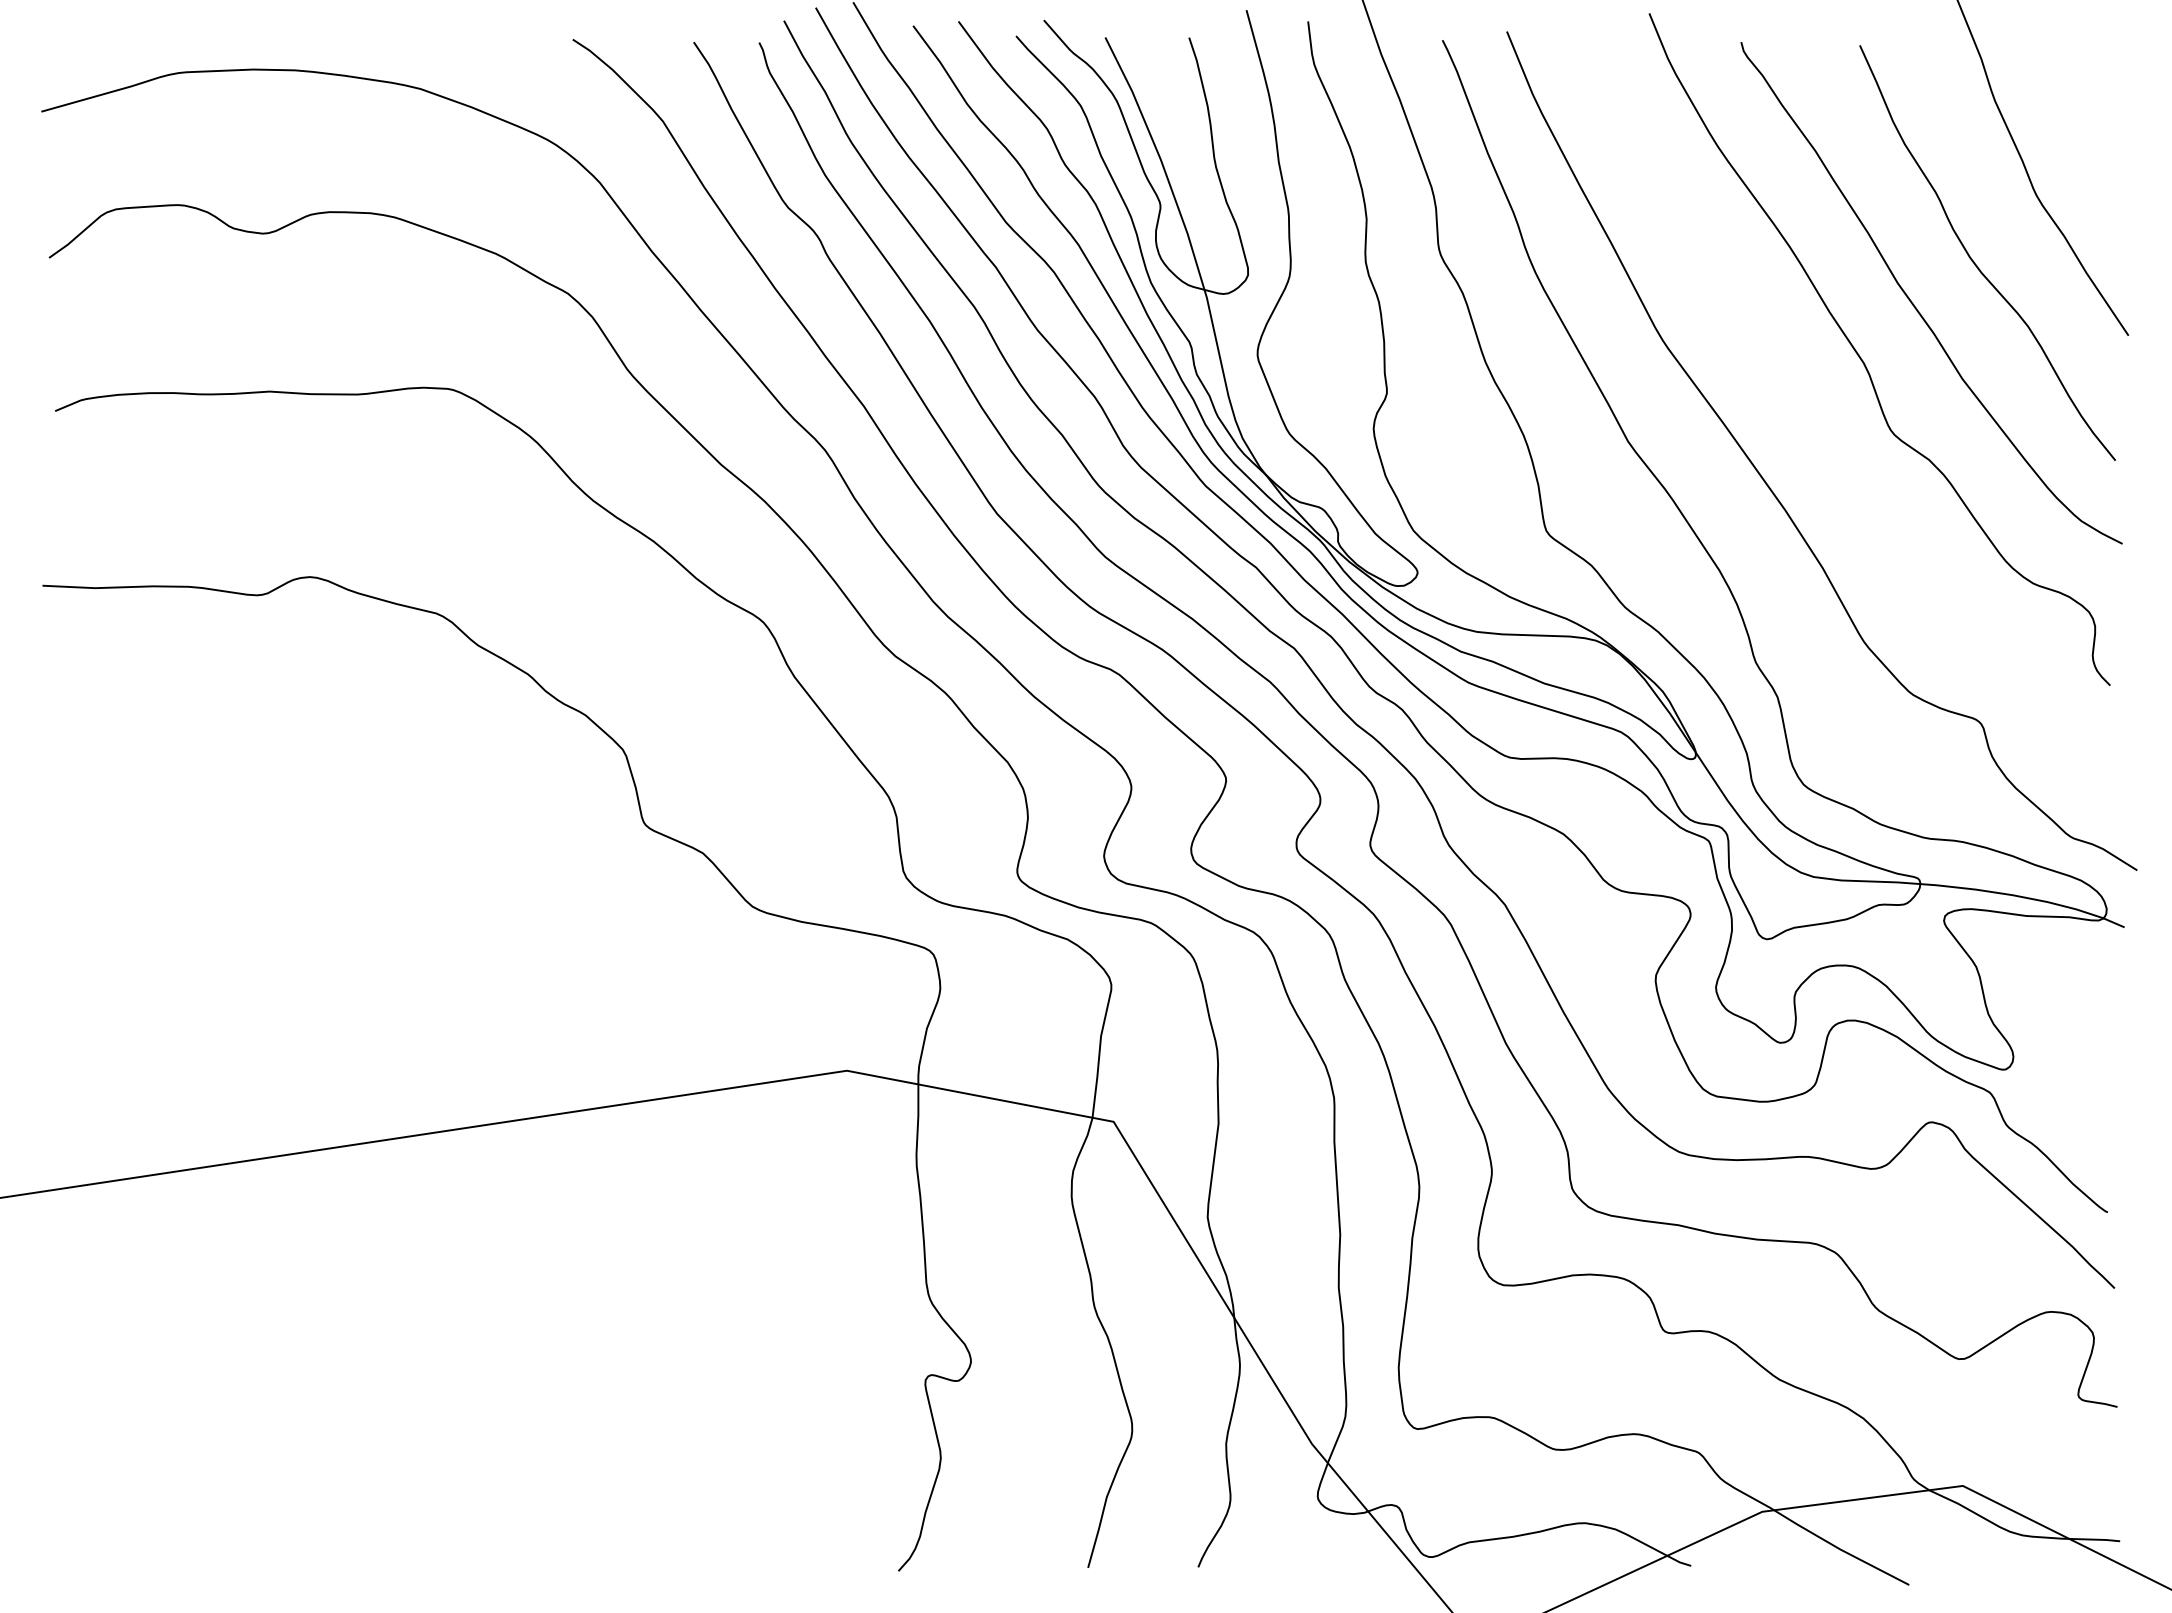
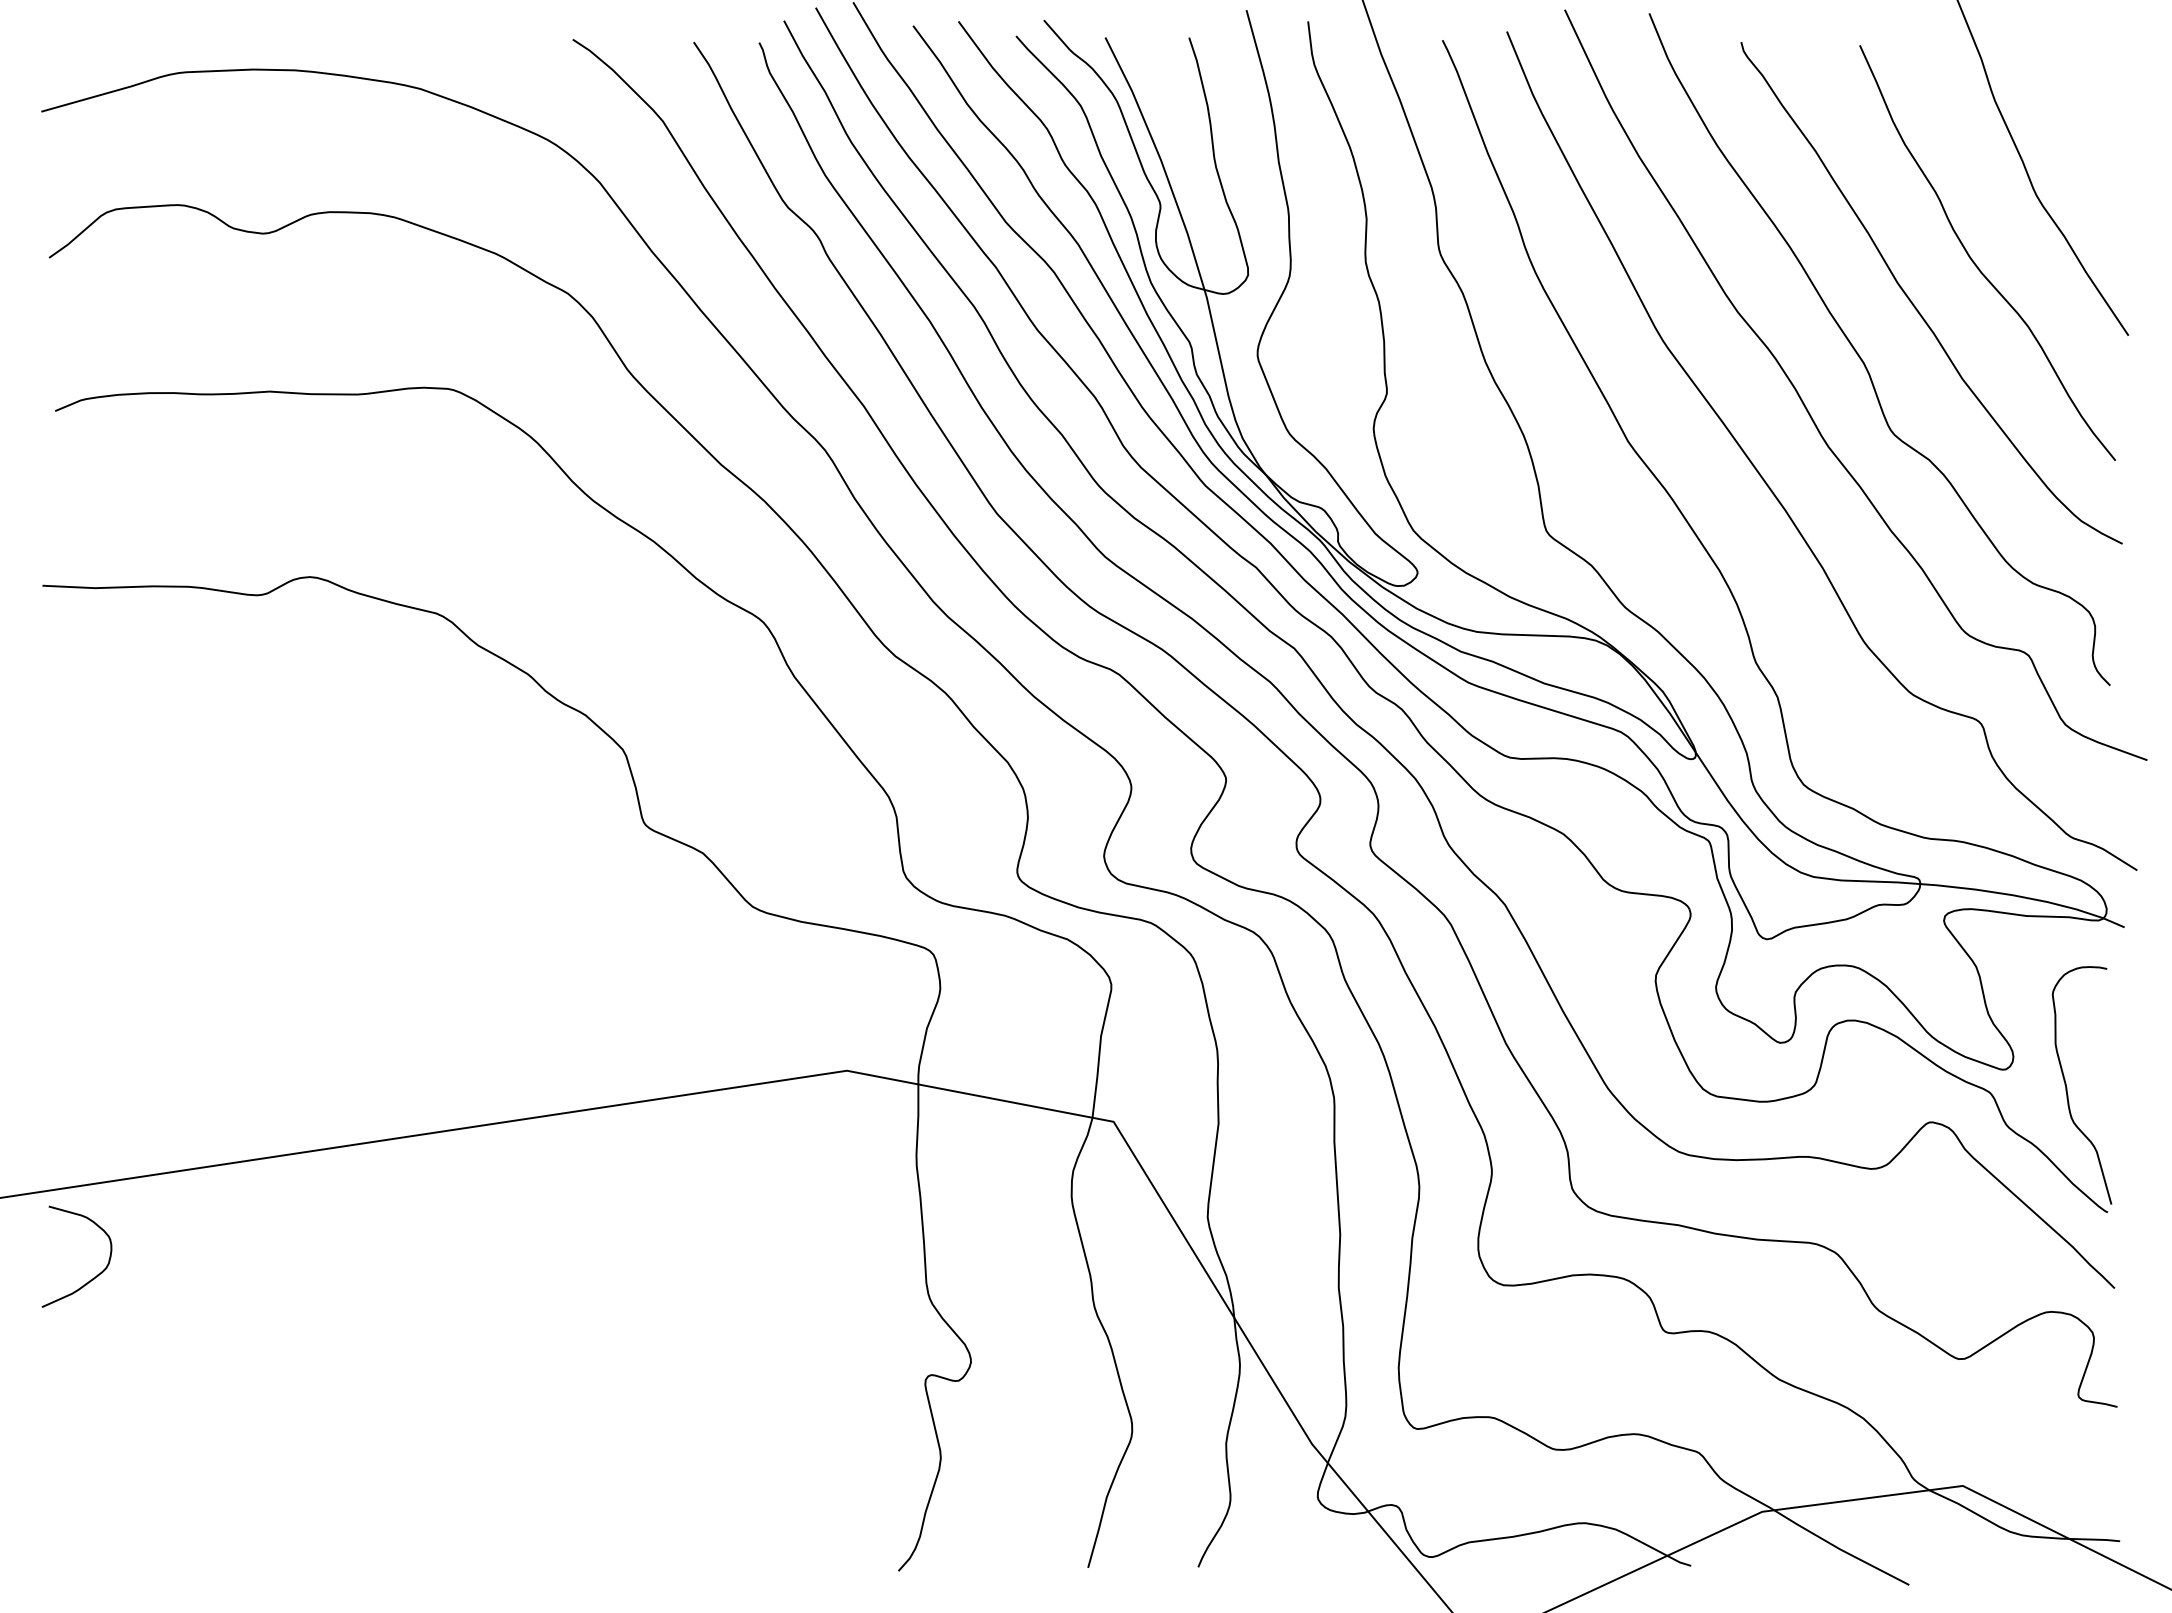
curve at (1810, 413): none -> present
curve at (2067, 1087): none -> present
curve at (93, 1277): none -> present
